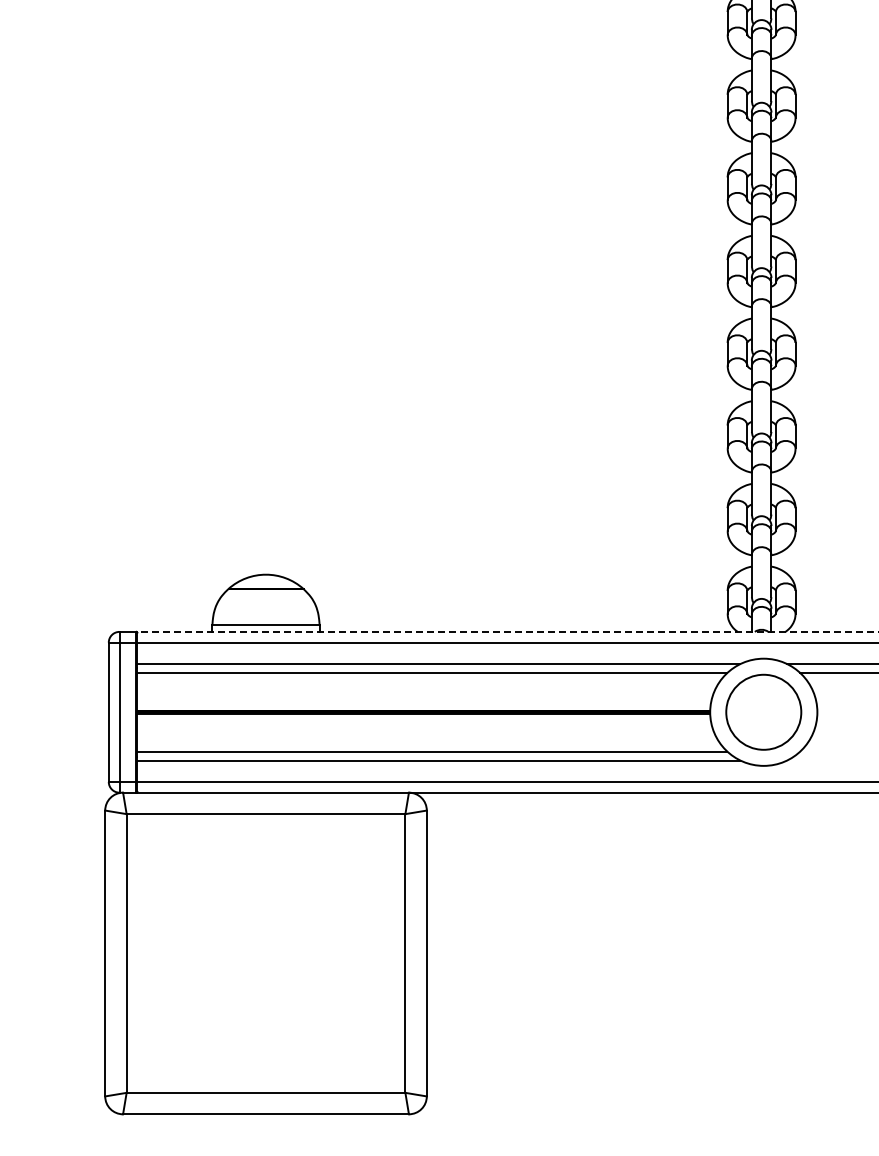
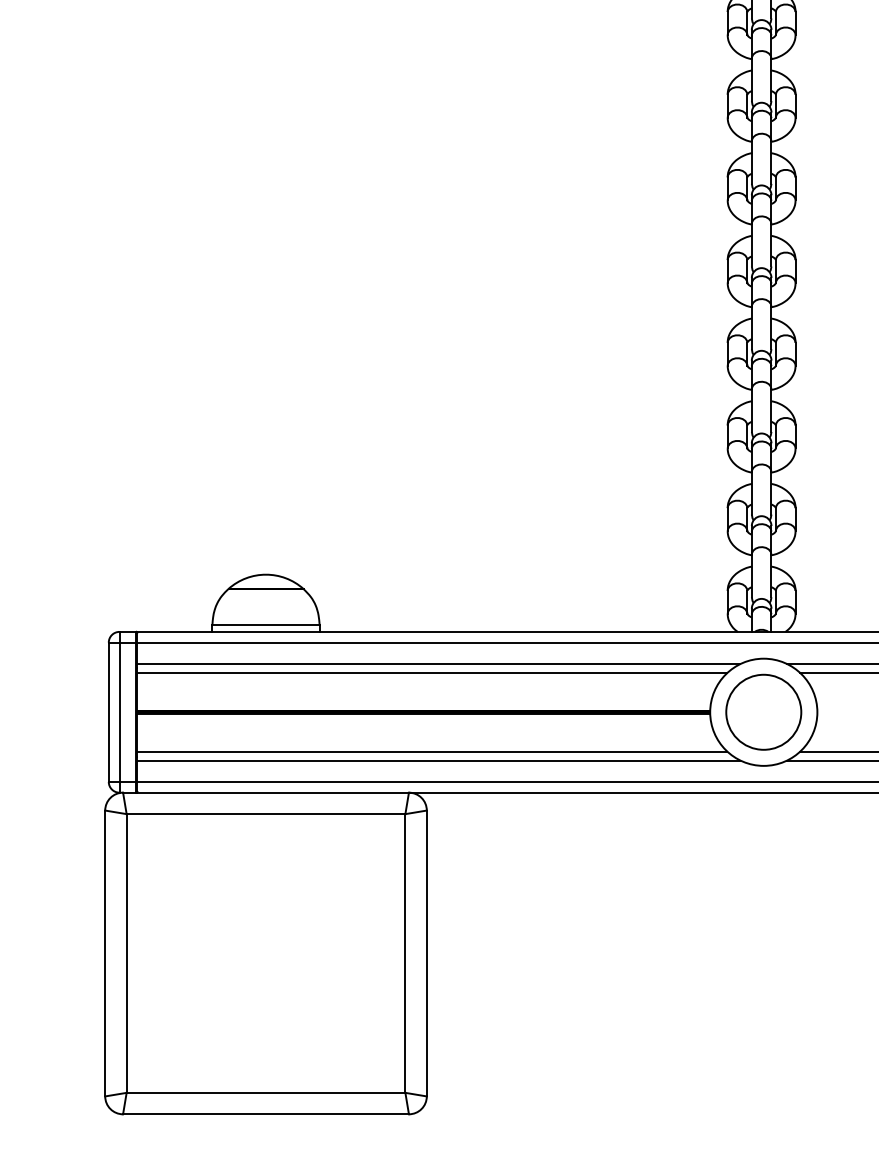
line at (507, 631): dashed -> solid
line at (837, 751): none -> present
line at (831, 760): none -> present
